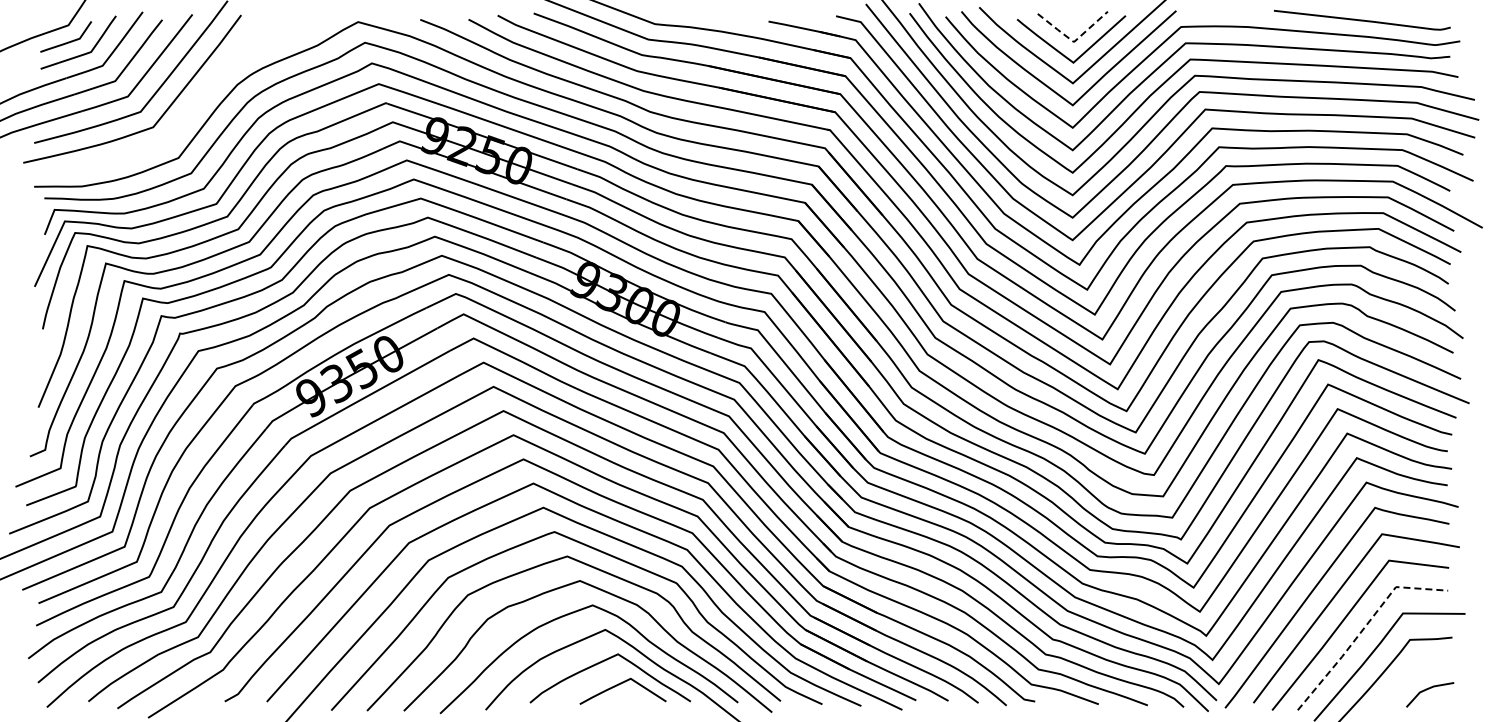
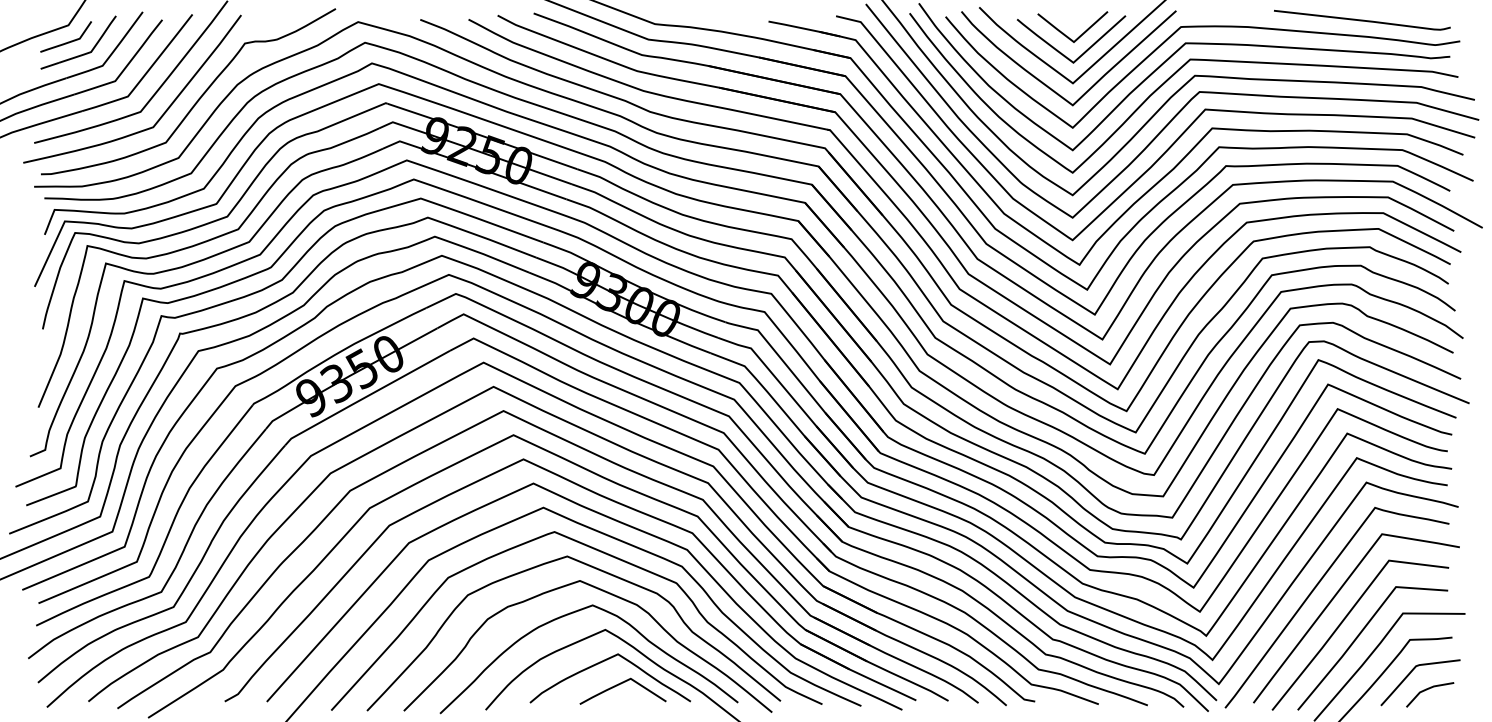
line at (1073, 42): dashed -> solid
curve at (197, 99): none -> present
line at (1363, 628): dashed -> solid
line at (1410, 674): none -> present
